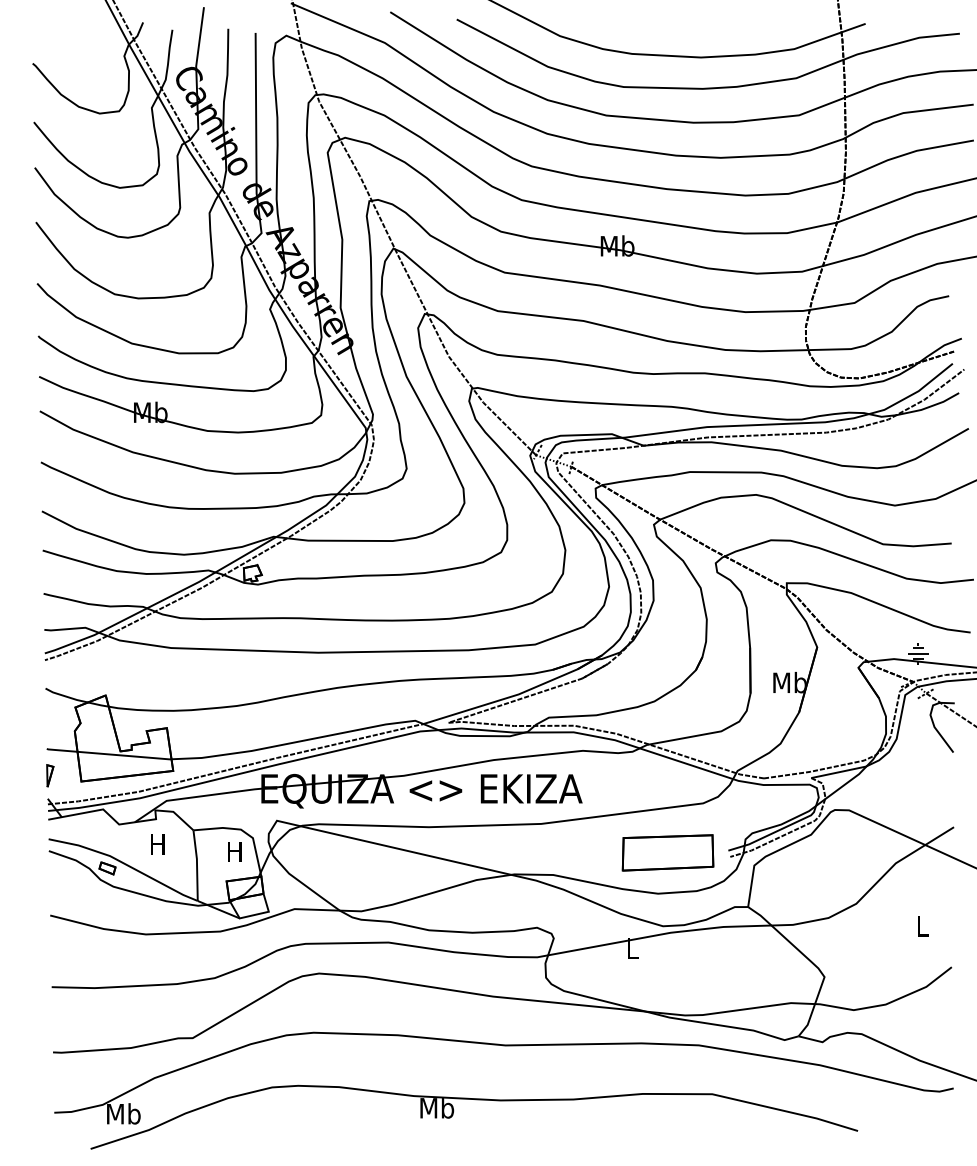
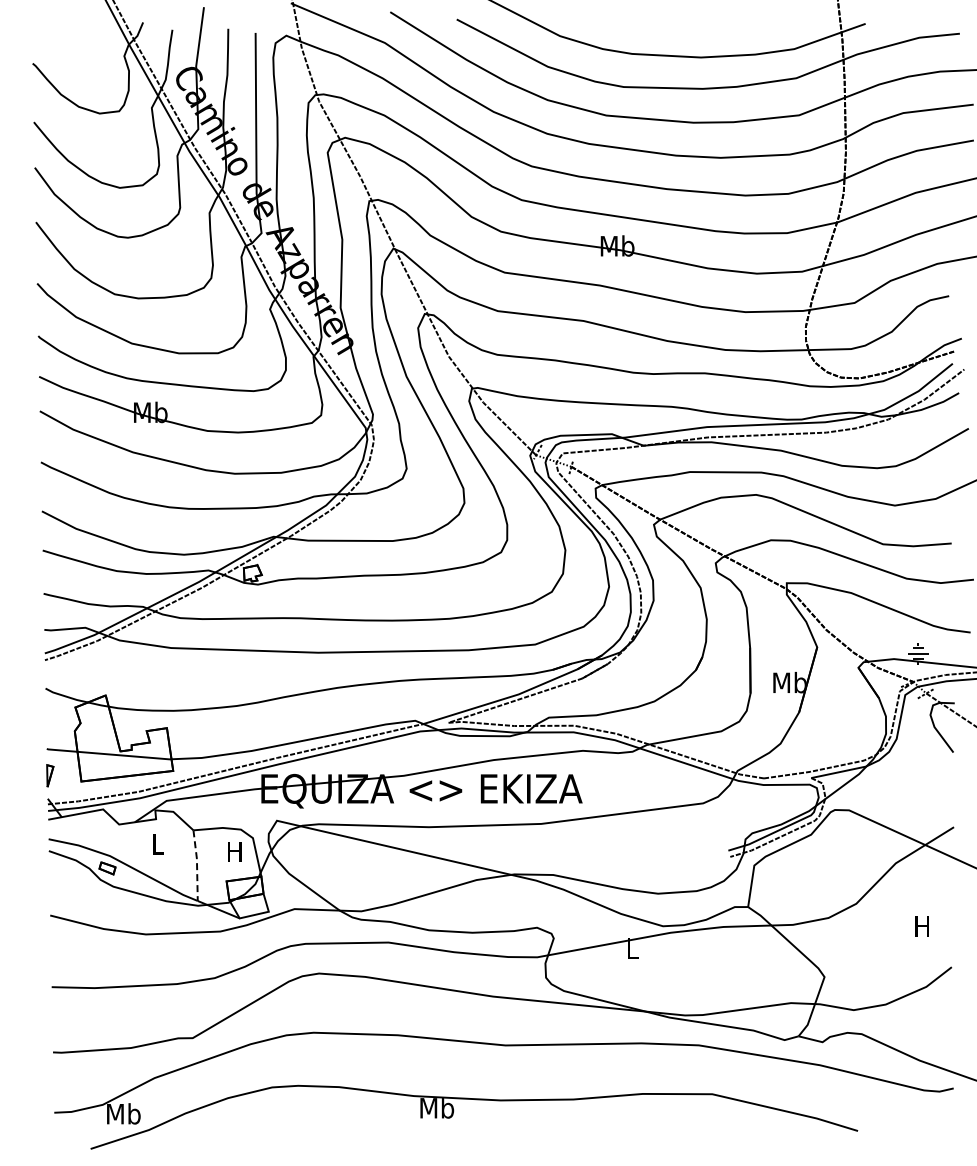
text at (157, 844): H -> L
part at (667, 852): present -> none
line at (197, 865): solid -> dashed
text at (921, 926): L -> H
